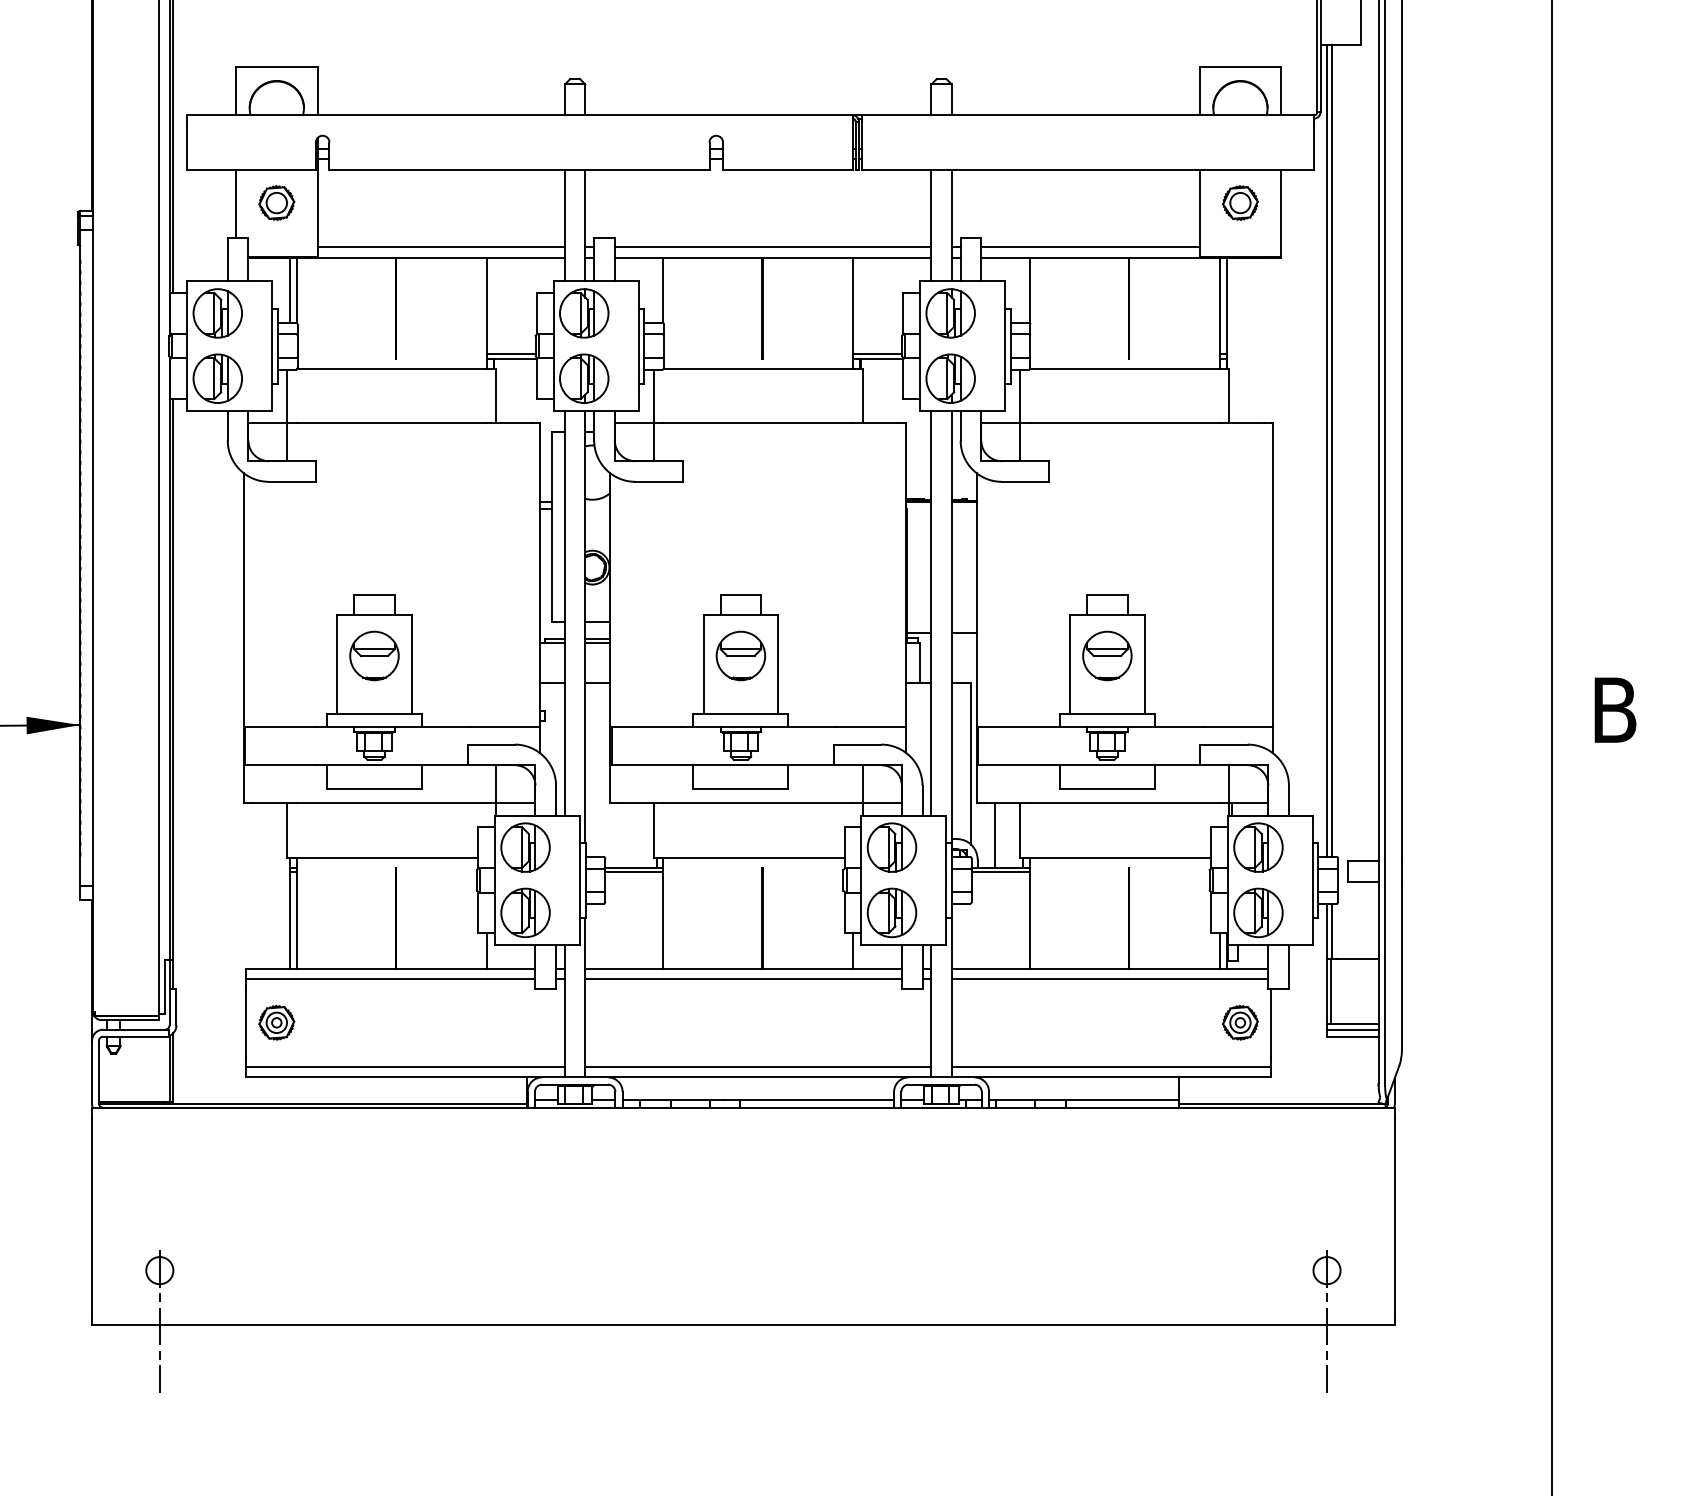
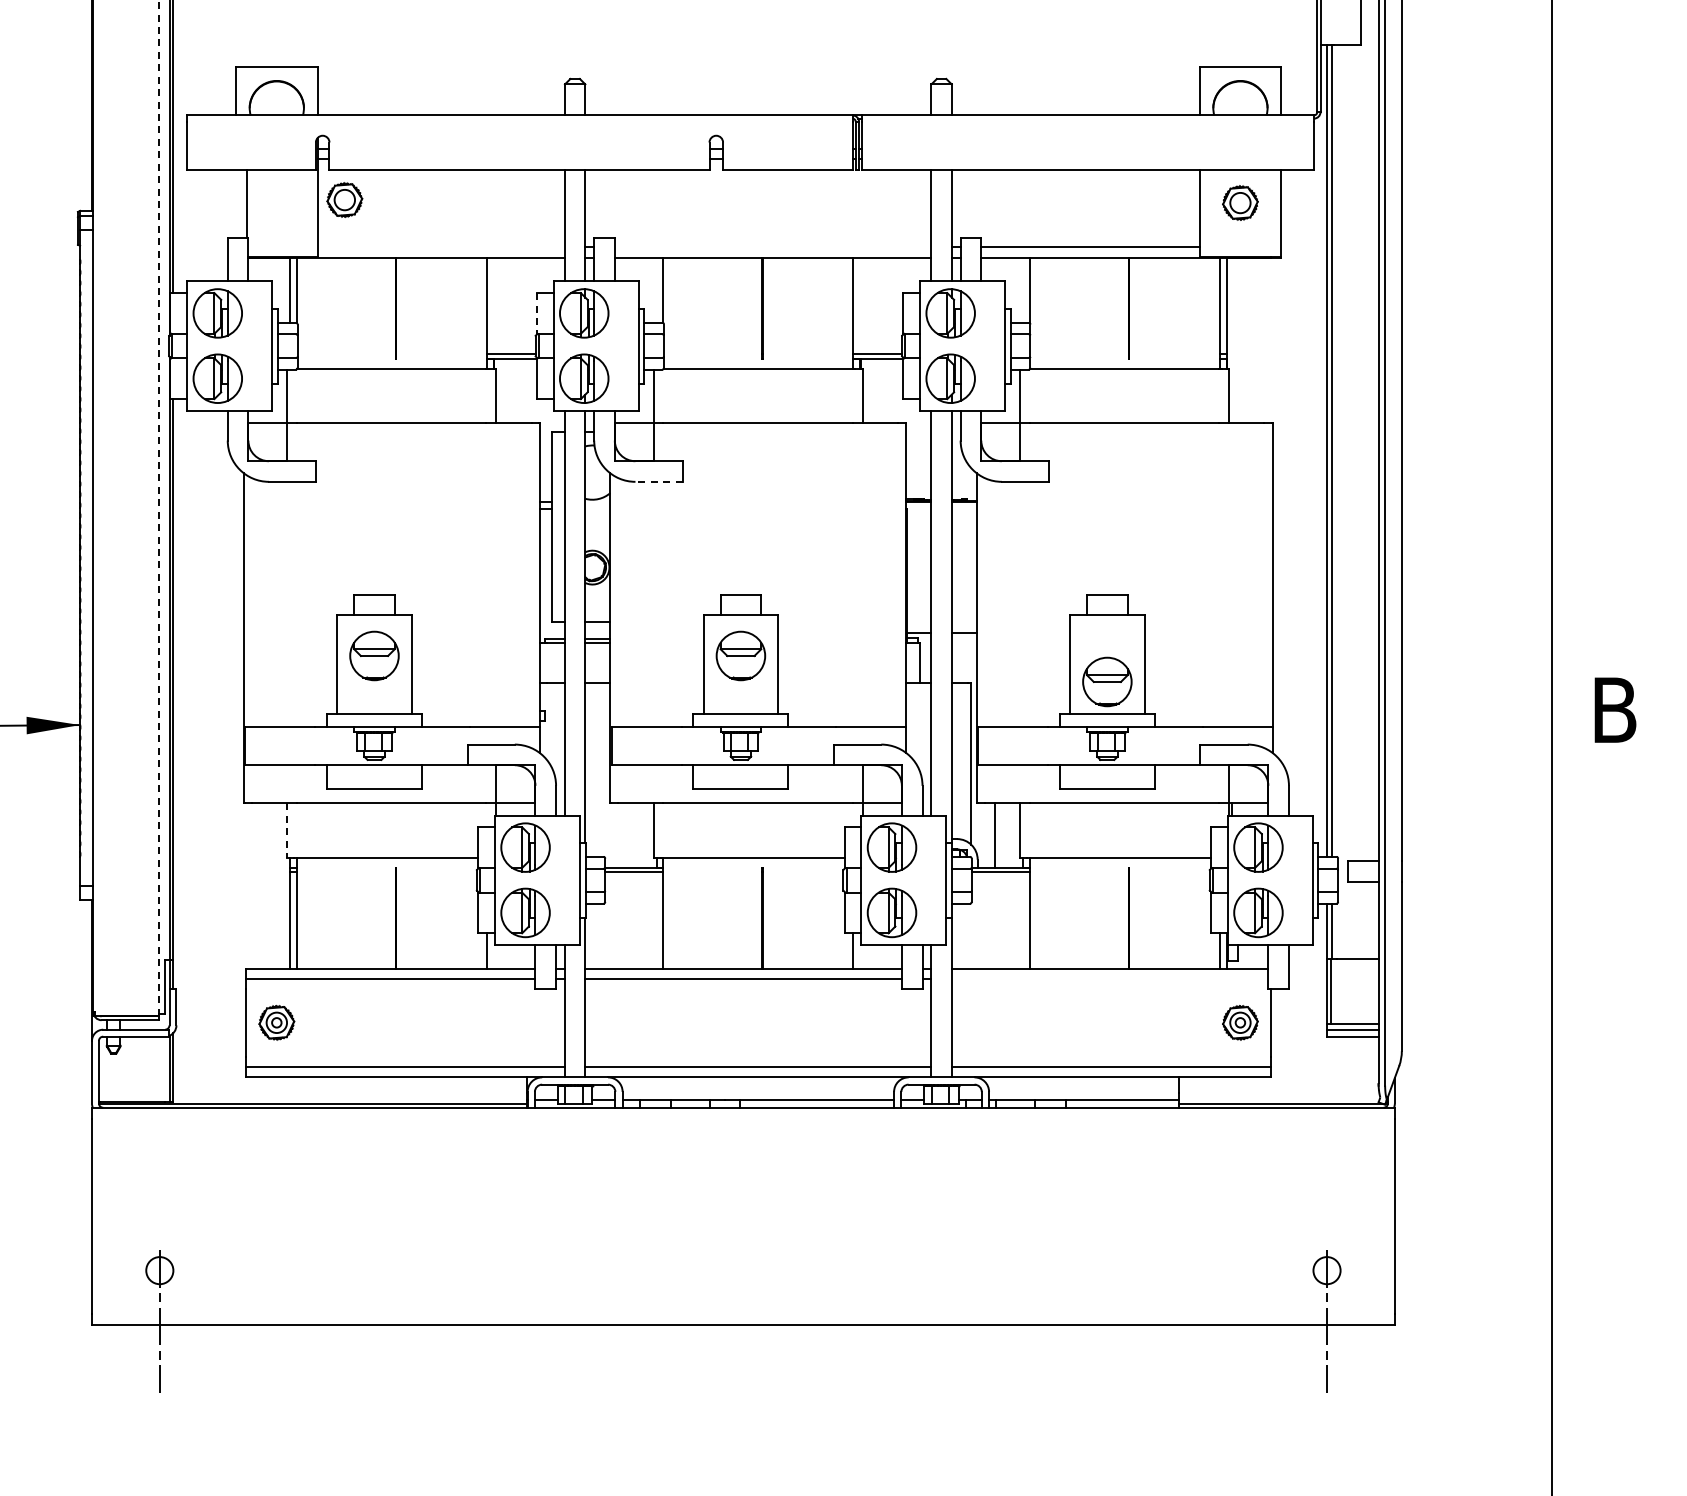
part at (276, 202) position: (276, 202) -> (344, 199)
line at (236, 203) position: (236, 203) -> (247, 203)
line at (440, 247): present -> none
line at (772, 247): present -> none
line at (536, 313): solid -> dashed
line at (659, 481): solid -> dashed
line at (159, 507): solid -> dashed
part at (1107, 655) position: (1107, 655) -> (1107, 681)
line at (287, 830): solid -> dashed
line at (1109, 979): present -> none
